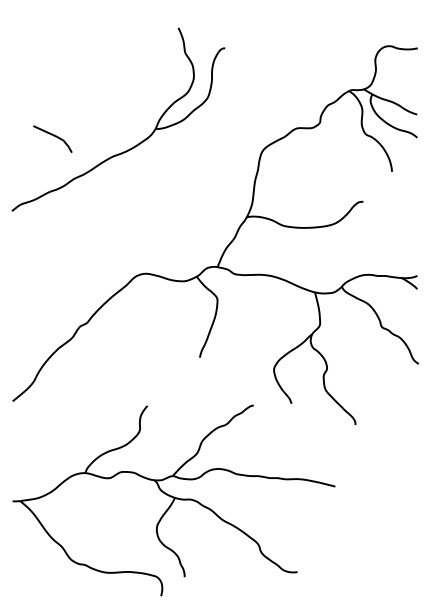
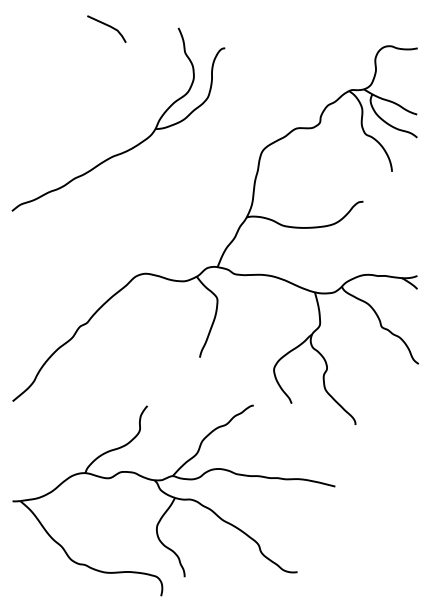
line at (53, 136) position: (53, 136) -> (107, 26)
